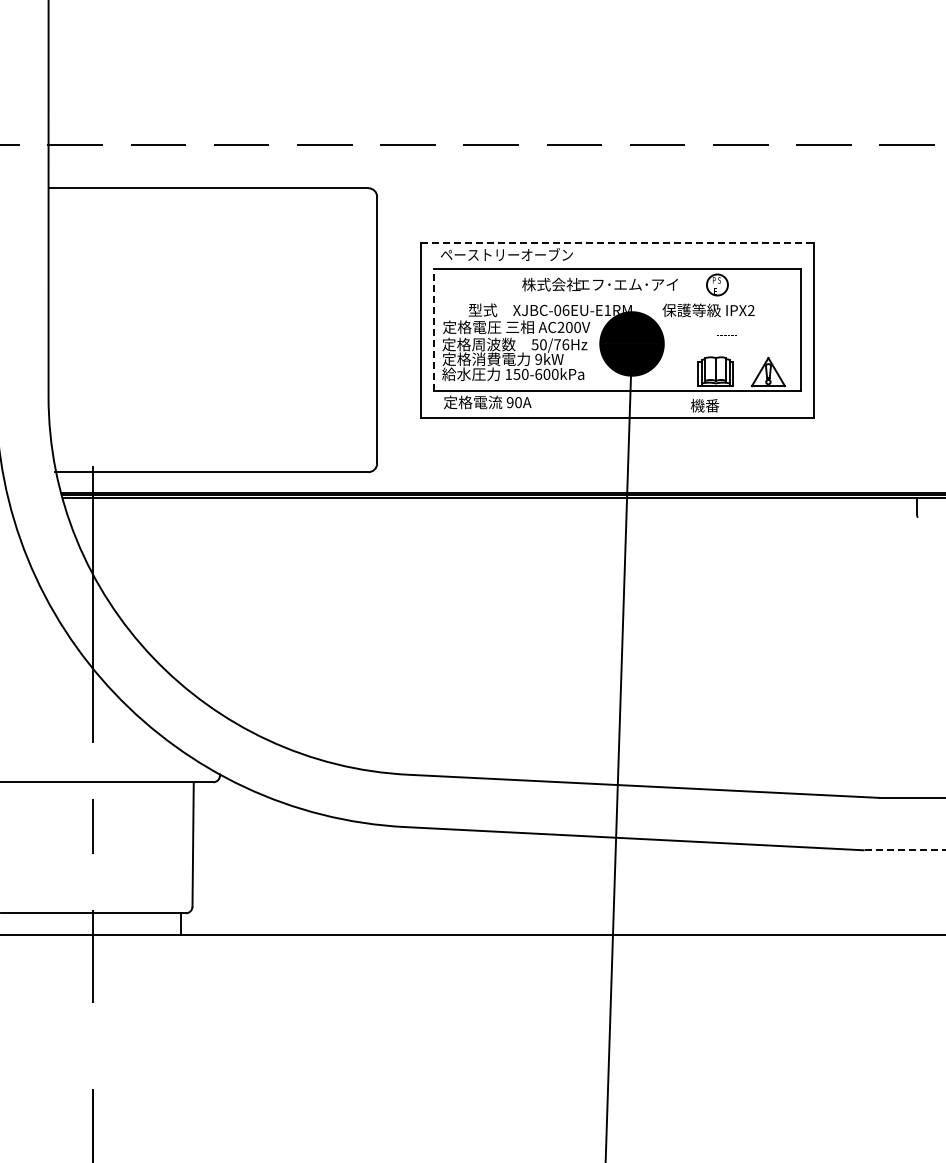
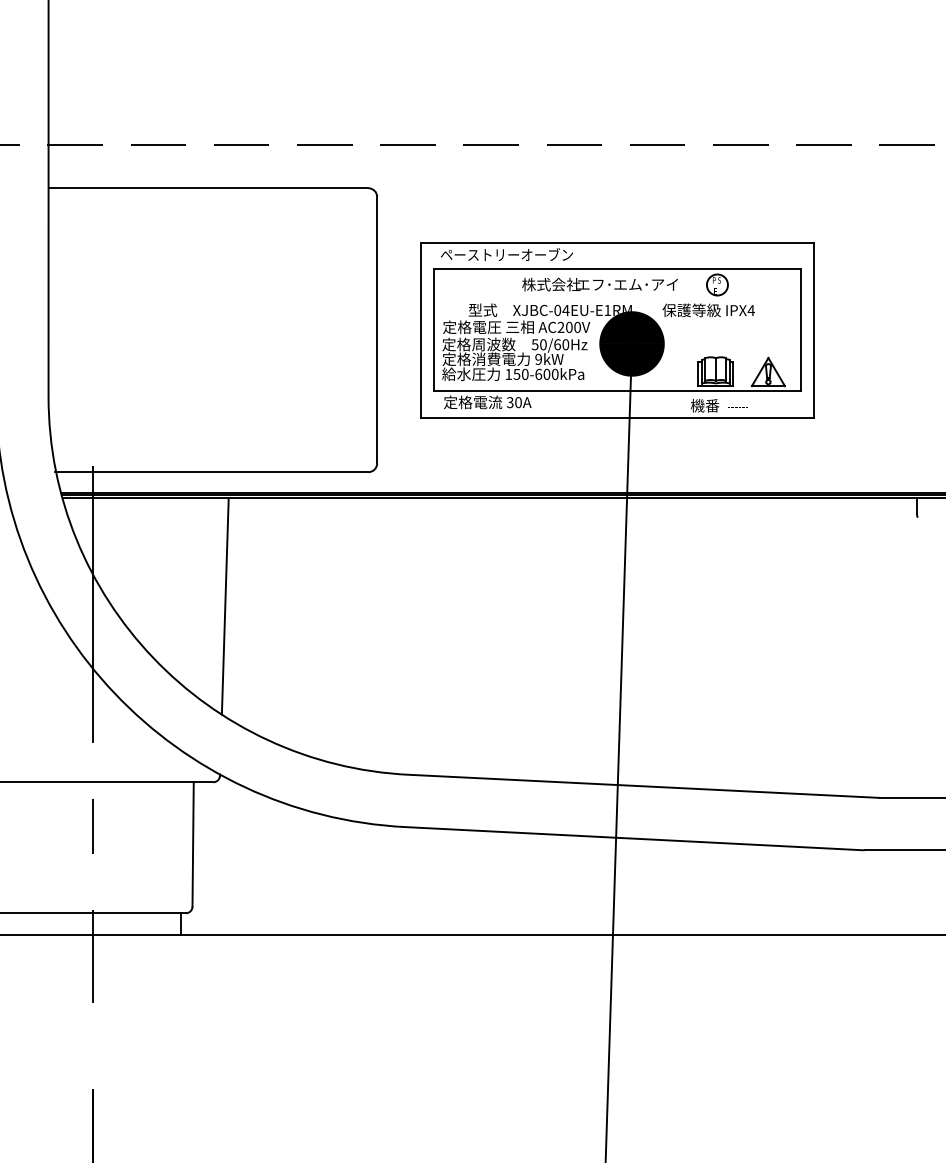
line at (617, 242): dashed -> solid
text at (565, 310): XJBC-06EU-E1RM -> XJBC-04EU-E1RM
text at (750, 310): IPX2 -> IPX4
line at (433, 329): dashed -> solid
text at (726, 335) position: (726, 335) -> (737, 407)
text at (561, 344): 50/76Hz -> 50/60Hz
text at (509, 402): 90A -> 30A
line at (224, 606): none -> present
line at (905, 850): dashed -> solid
